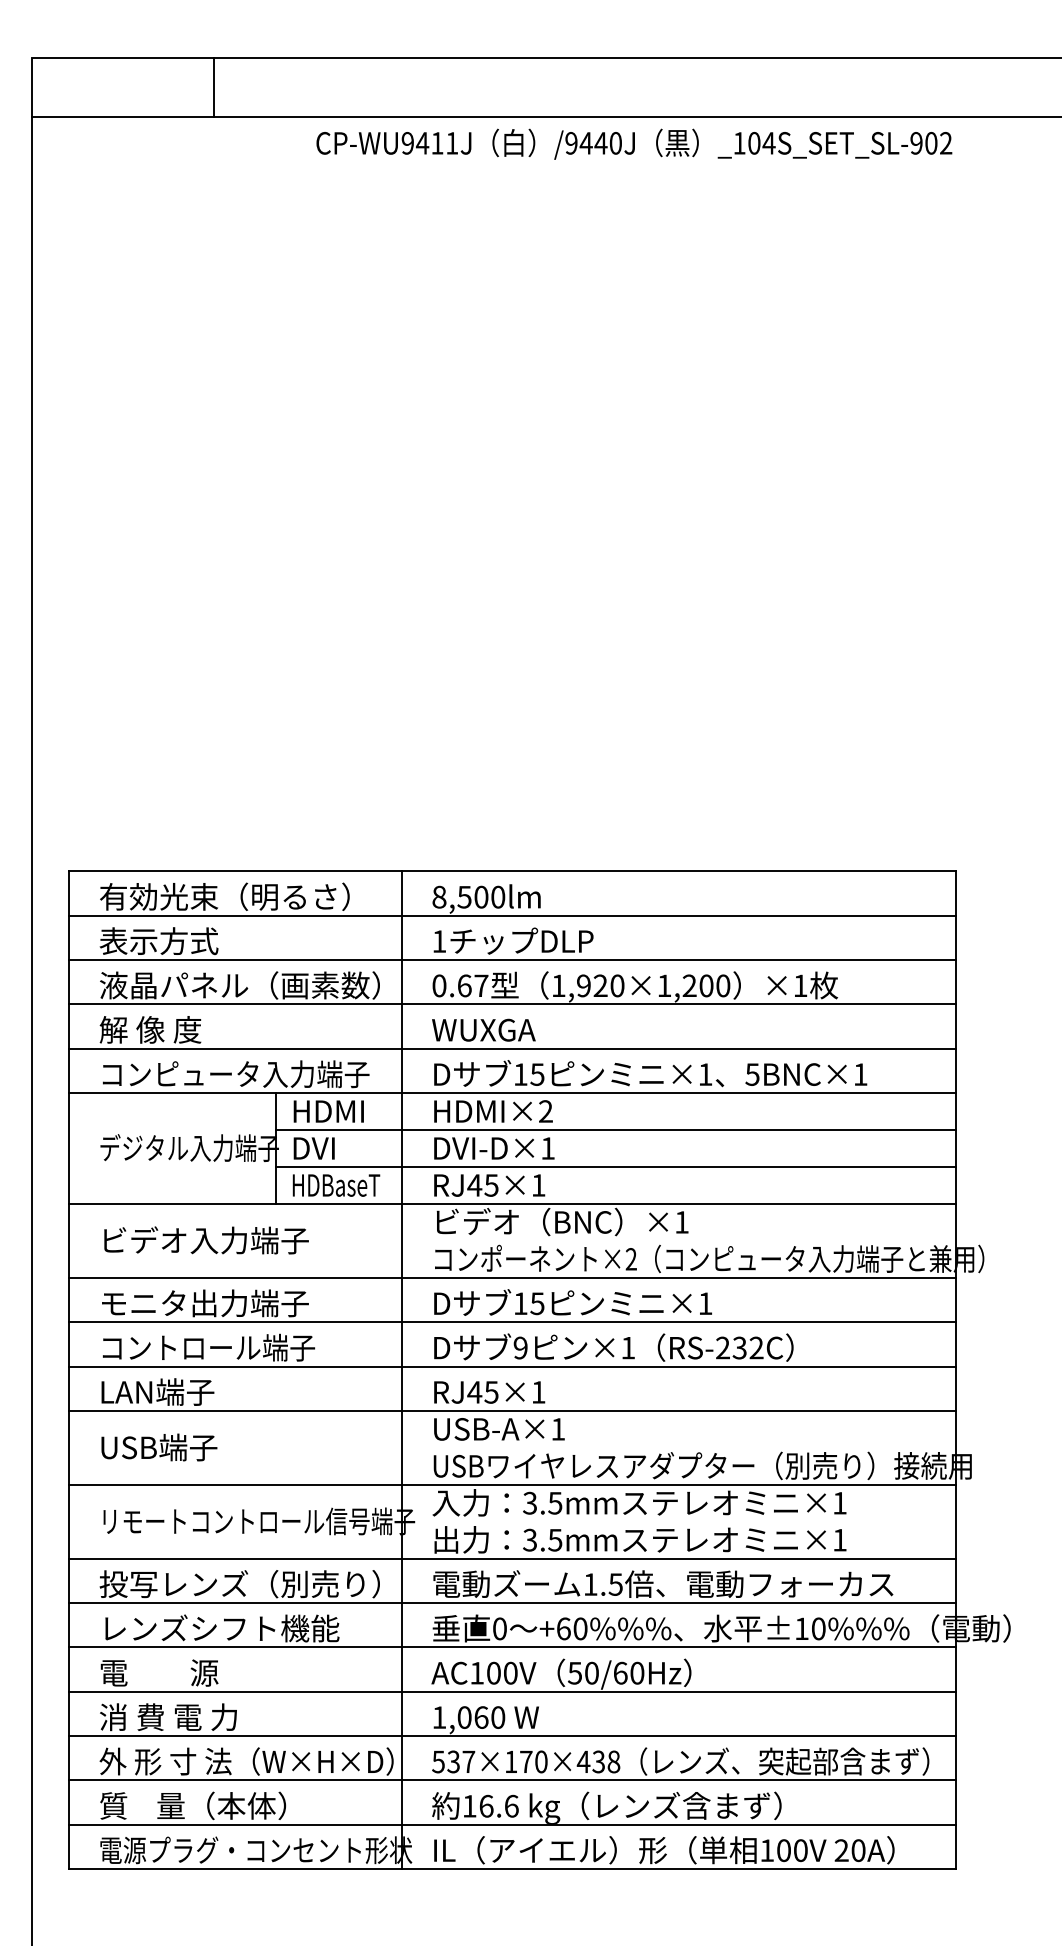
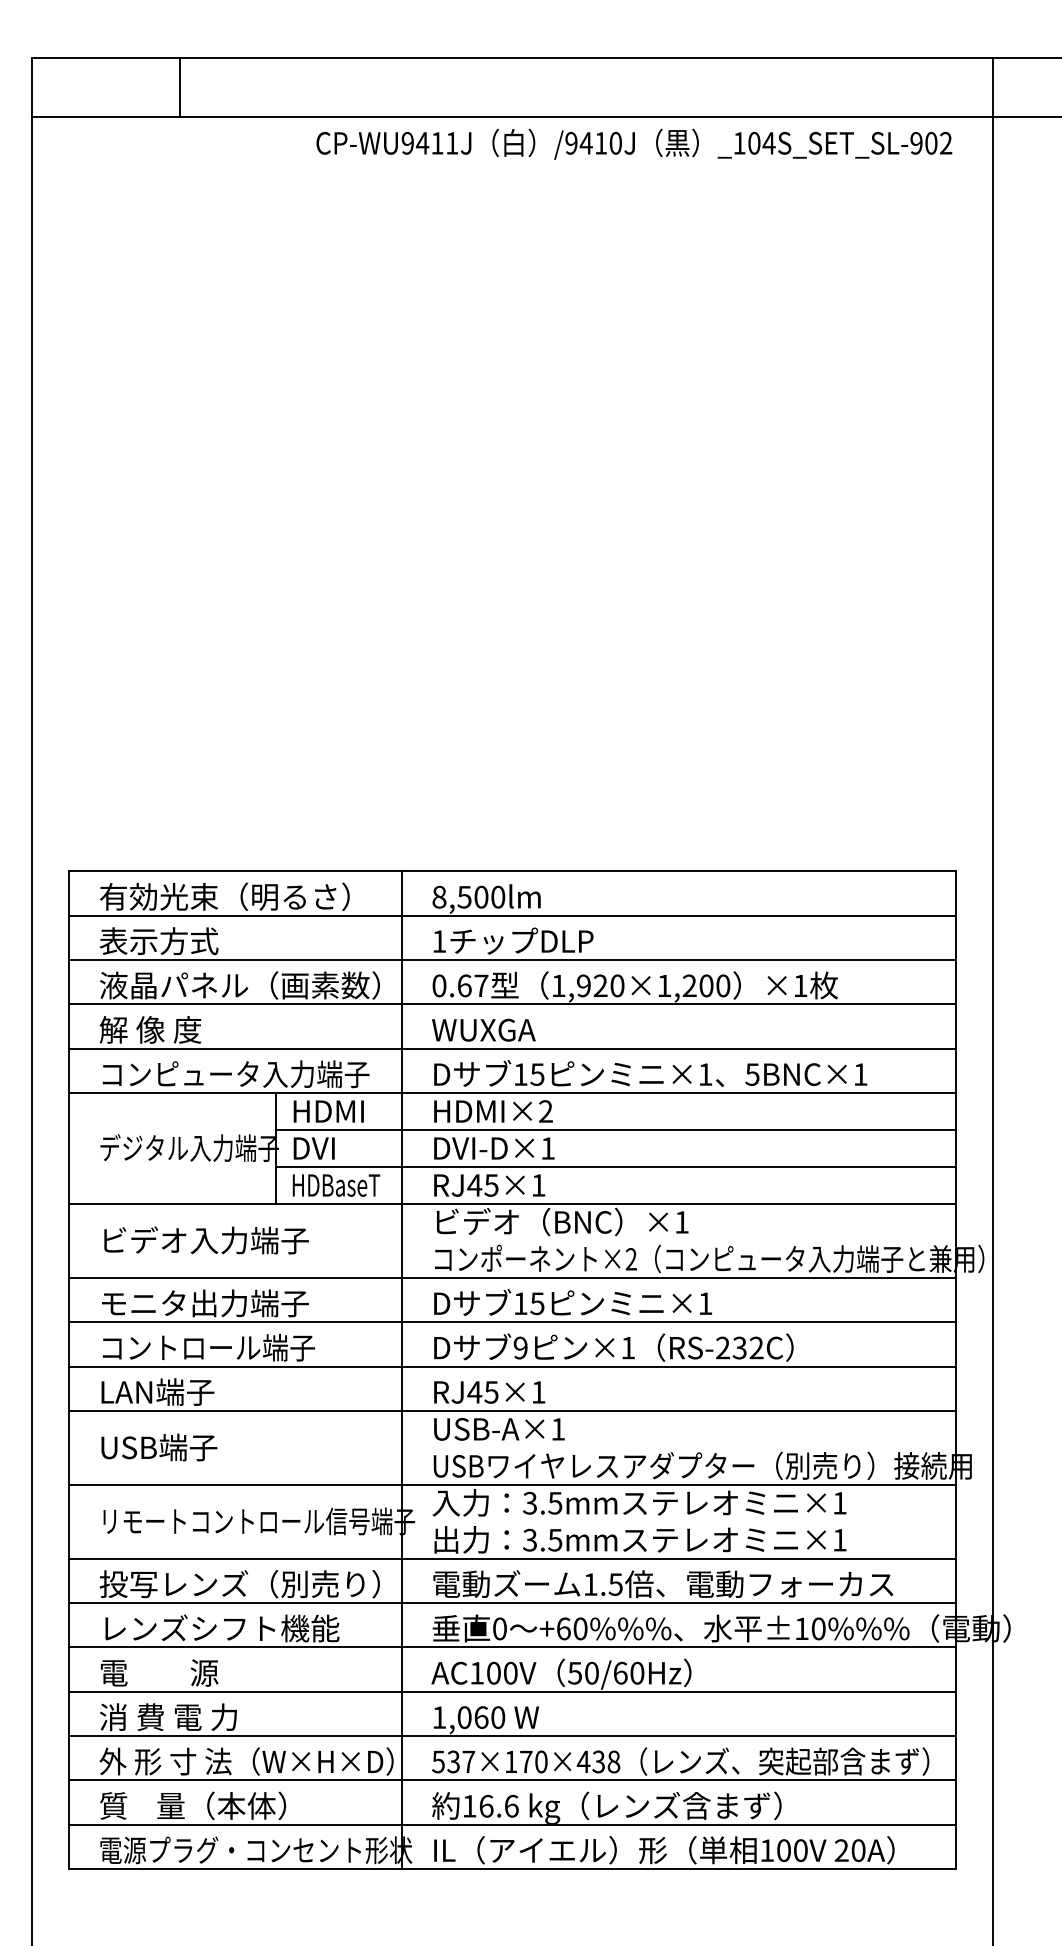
line at (213, 87) position: (213, 87) -> (179, 87)
text at (600, 143): /9440J -> /9410J
line at (992, 1000): none -> present
